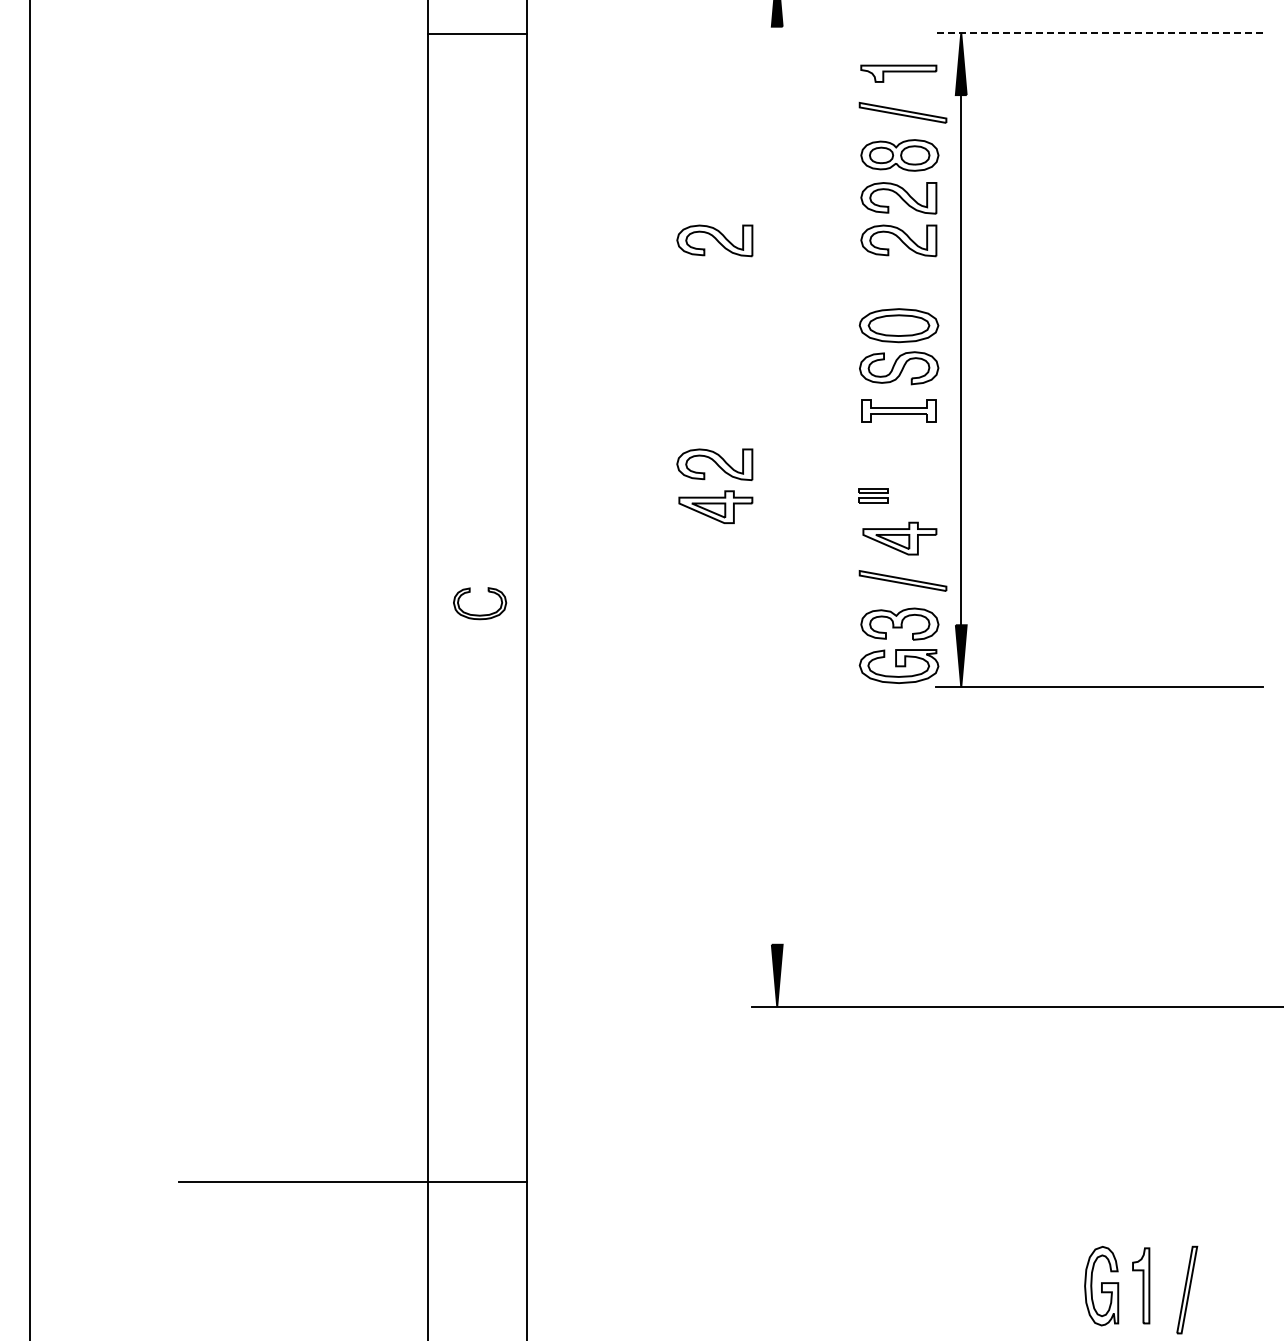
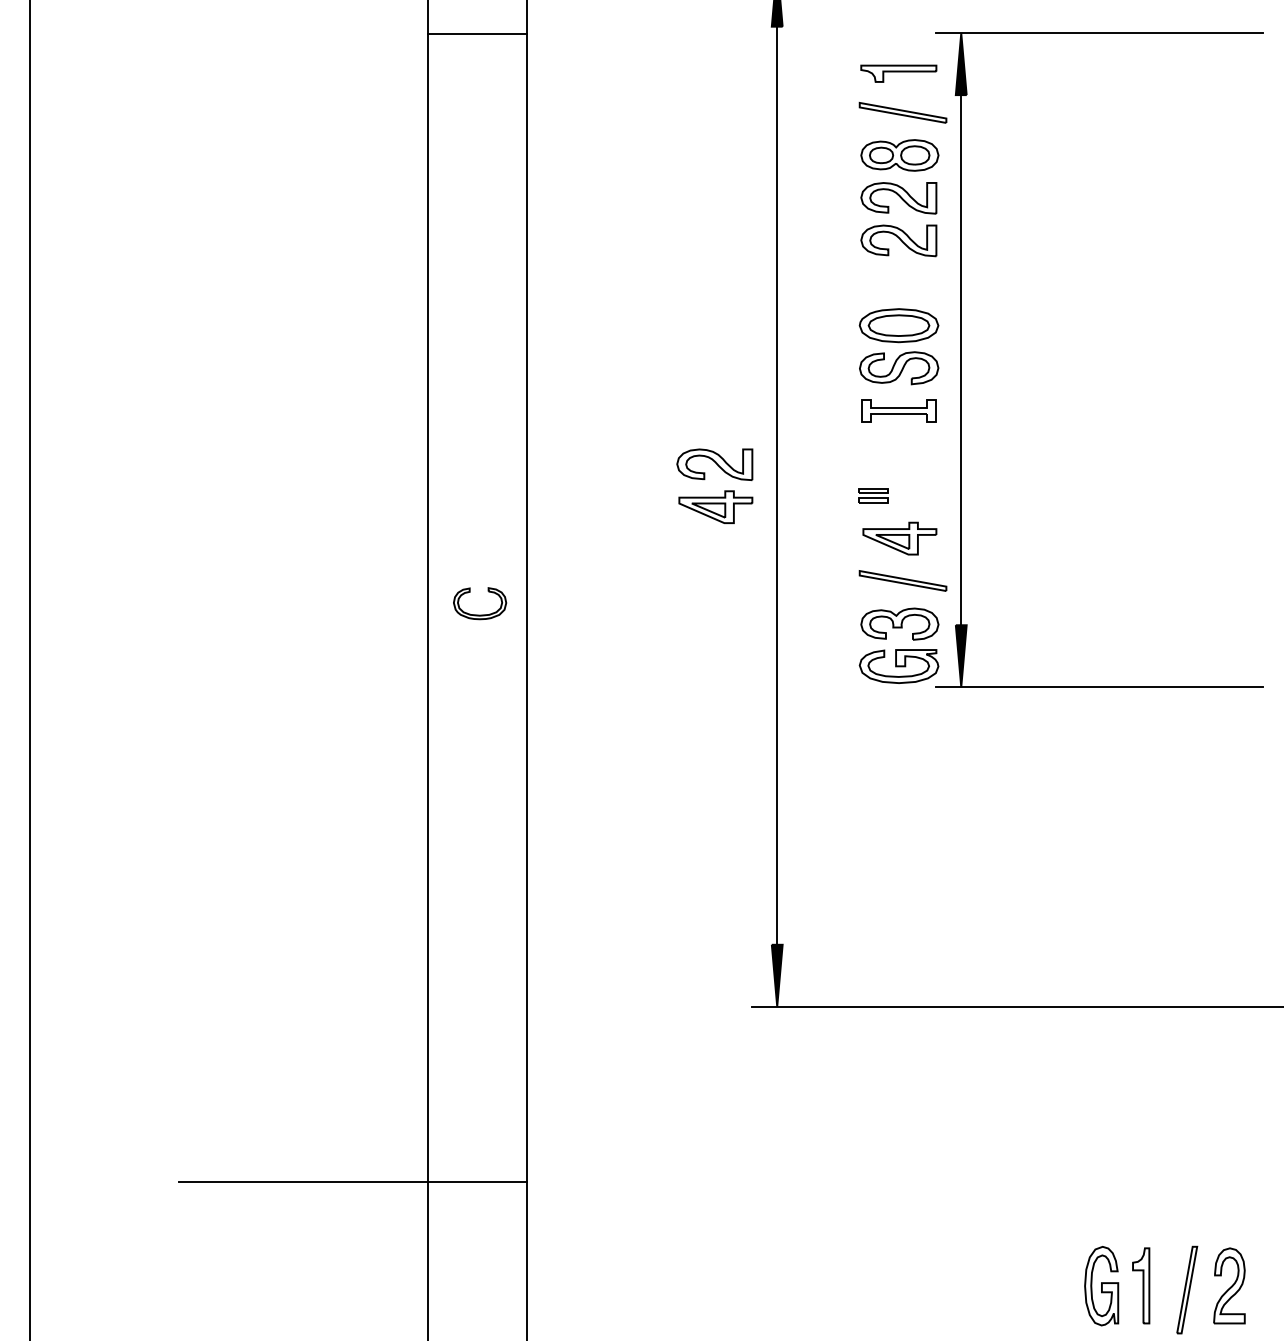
line at (1099, 33): dashed -> solid
part at (714, 240): present -> none
line at (777, 485): none -> present
part at (1229, 1285): none -> present
